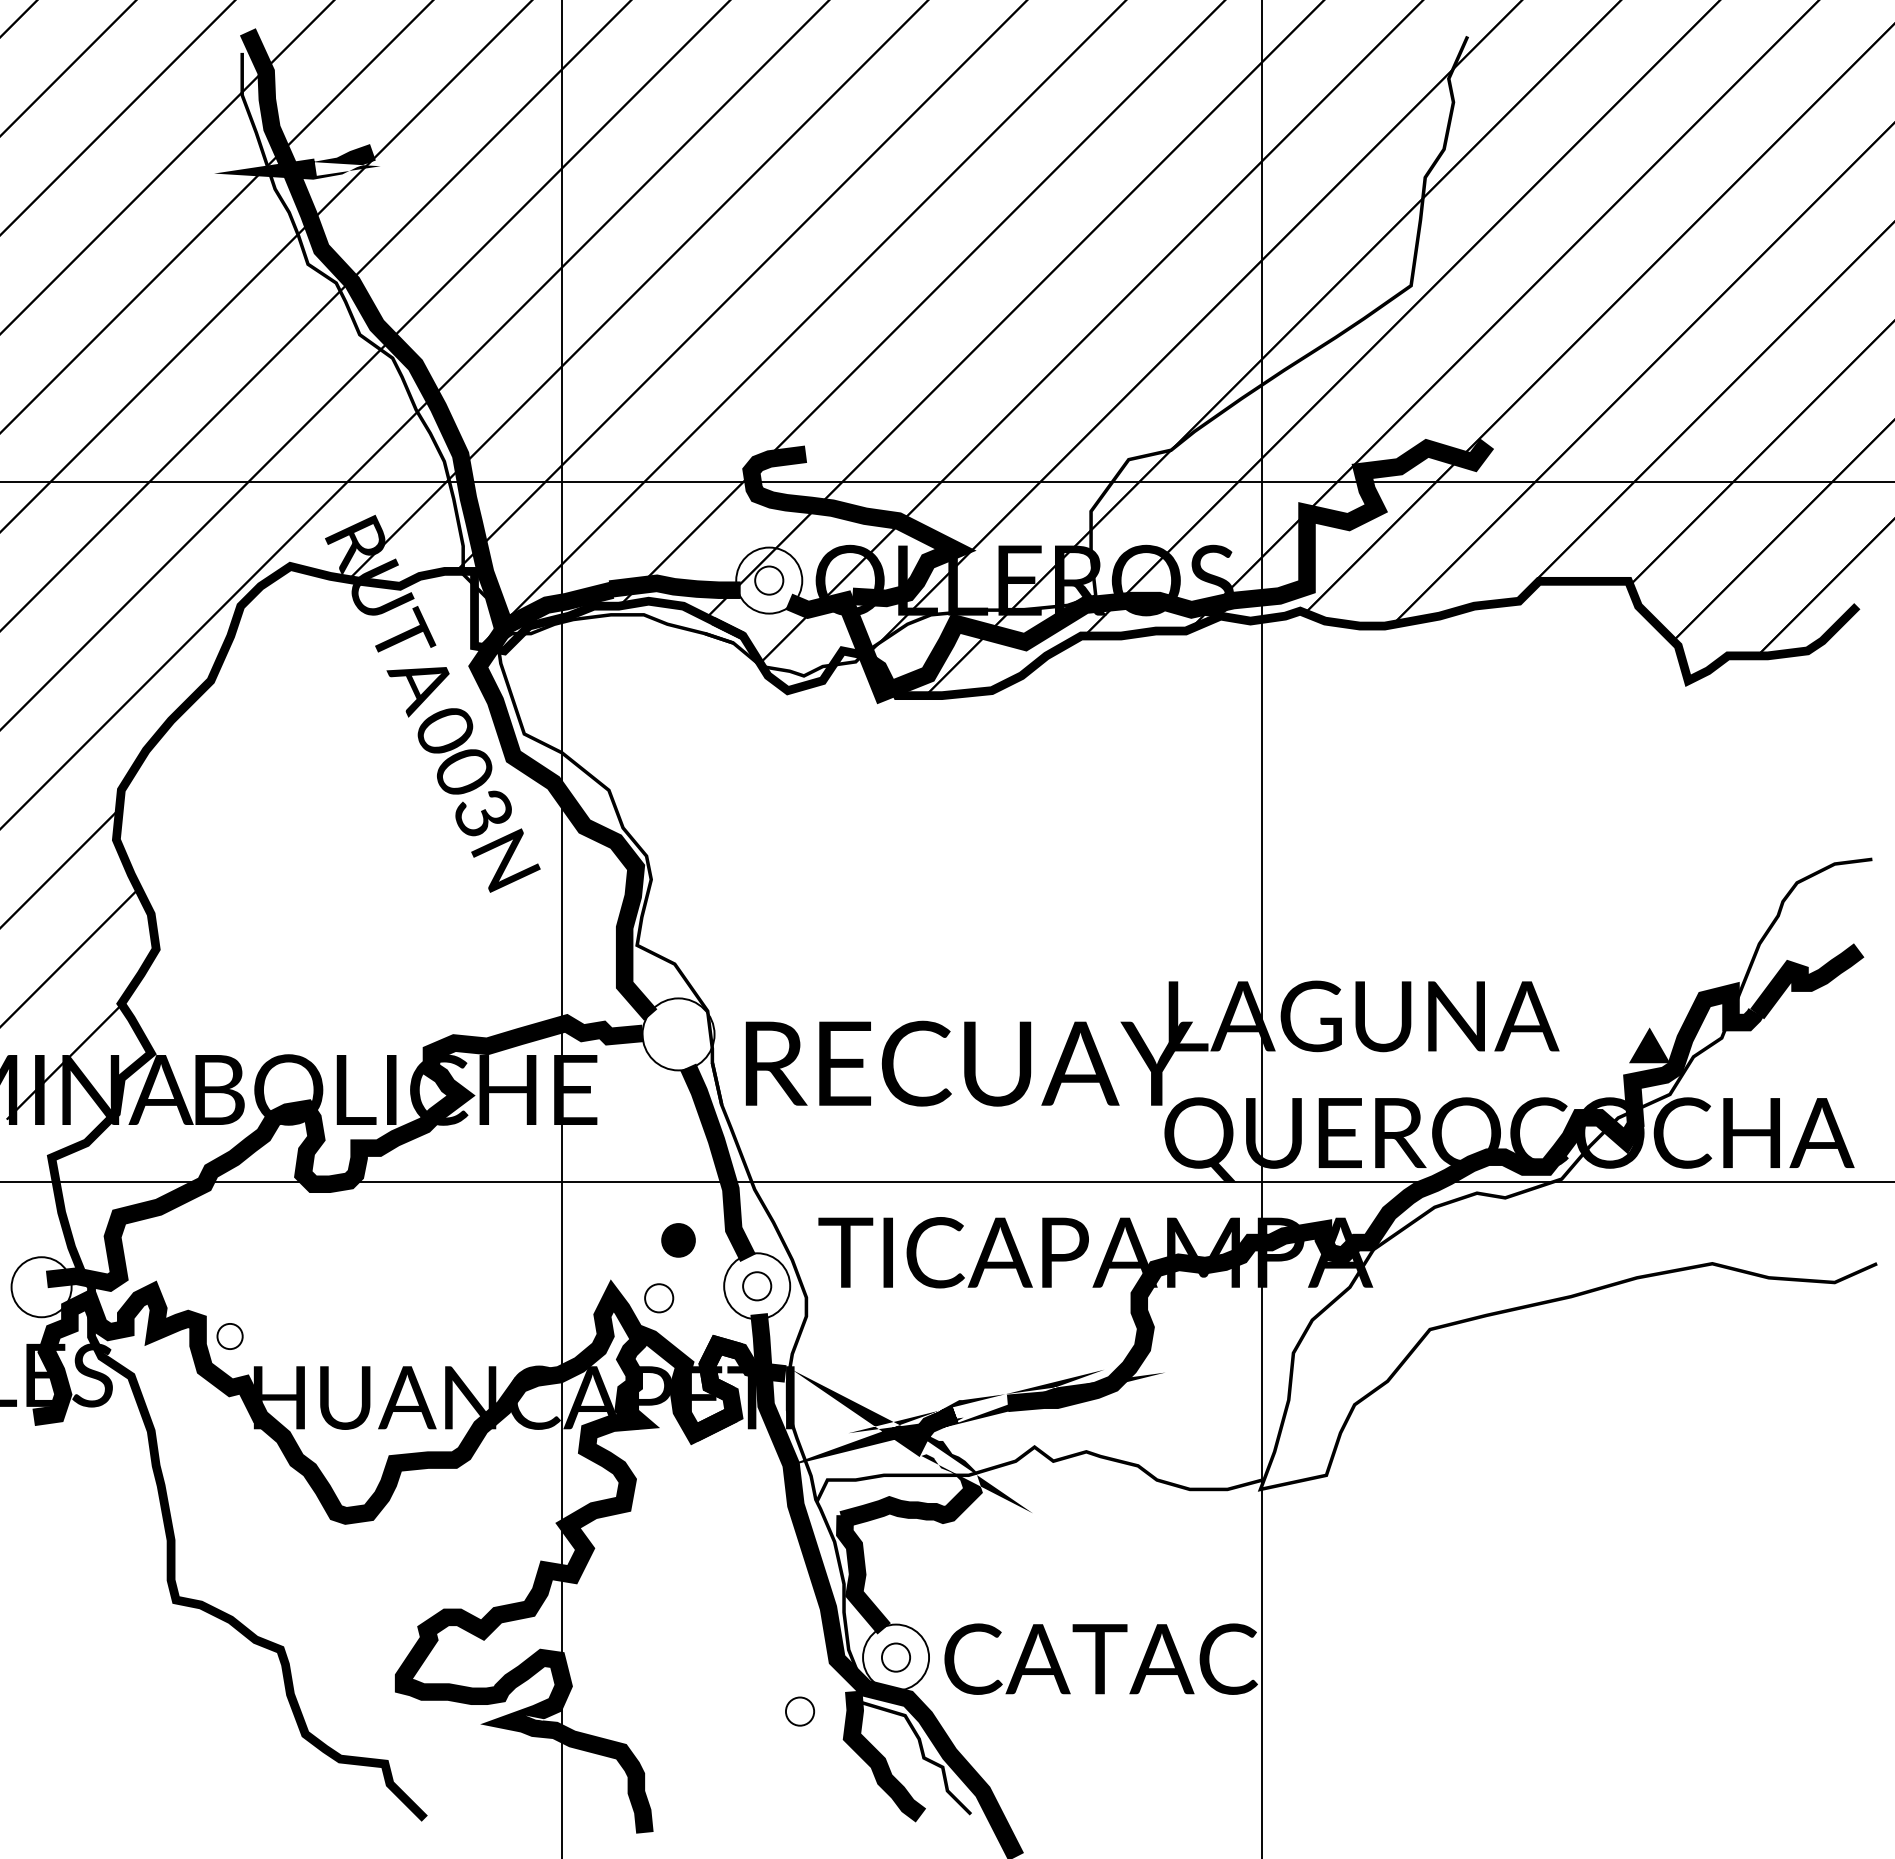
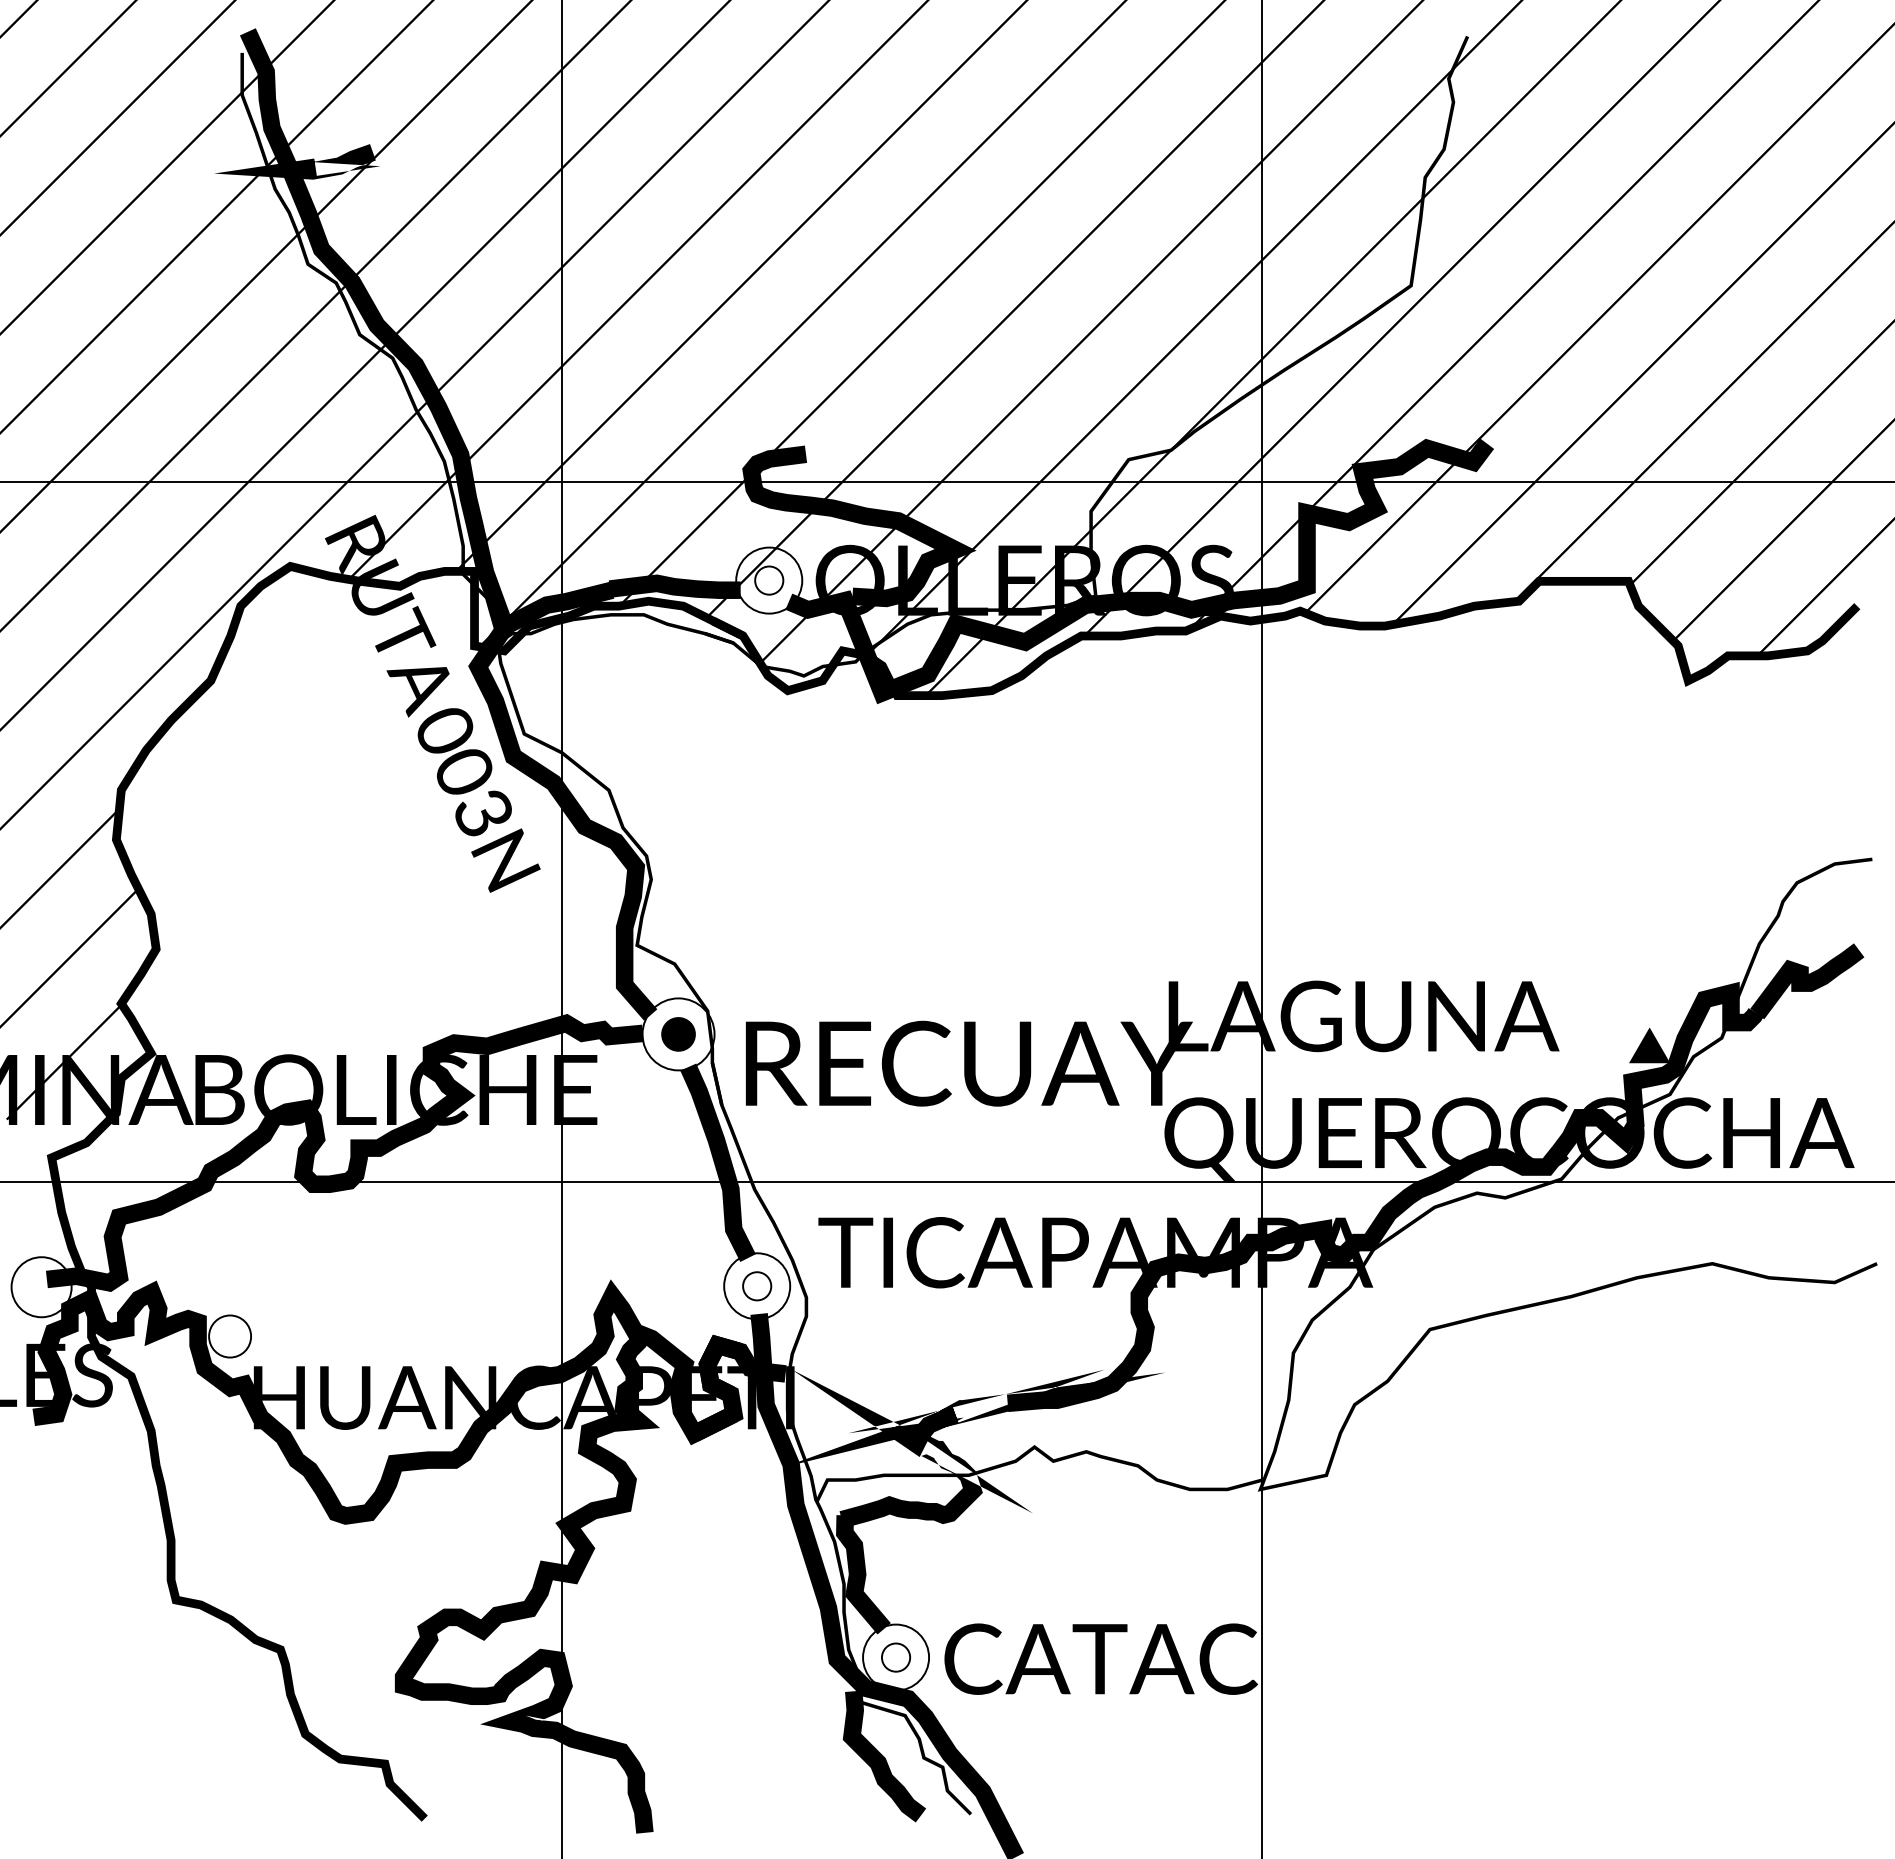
part at (678, 1240) position: (678, 1240) -> (678, 1034)
circle at (659, 1298): present -> none
circle at (229, 1336) diameter: 25 px -> 42 px
circle at (799, 1711): present -> none
